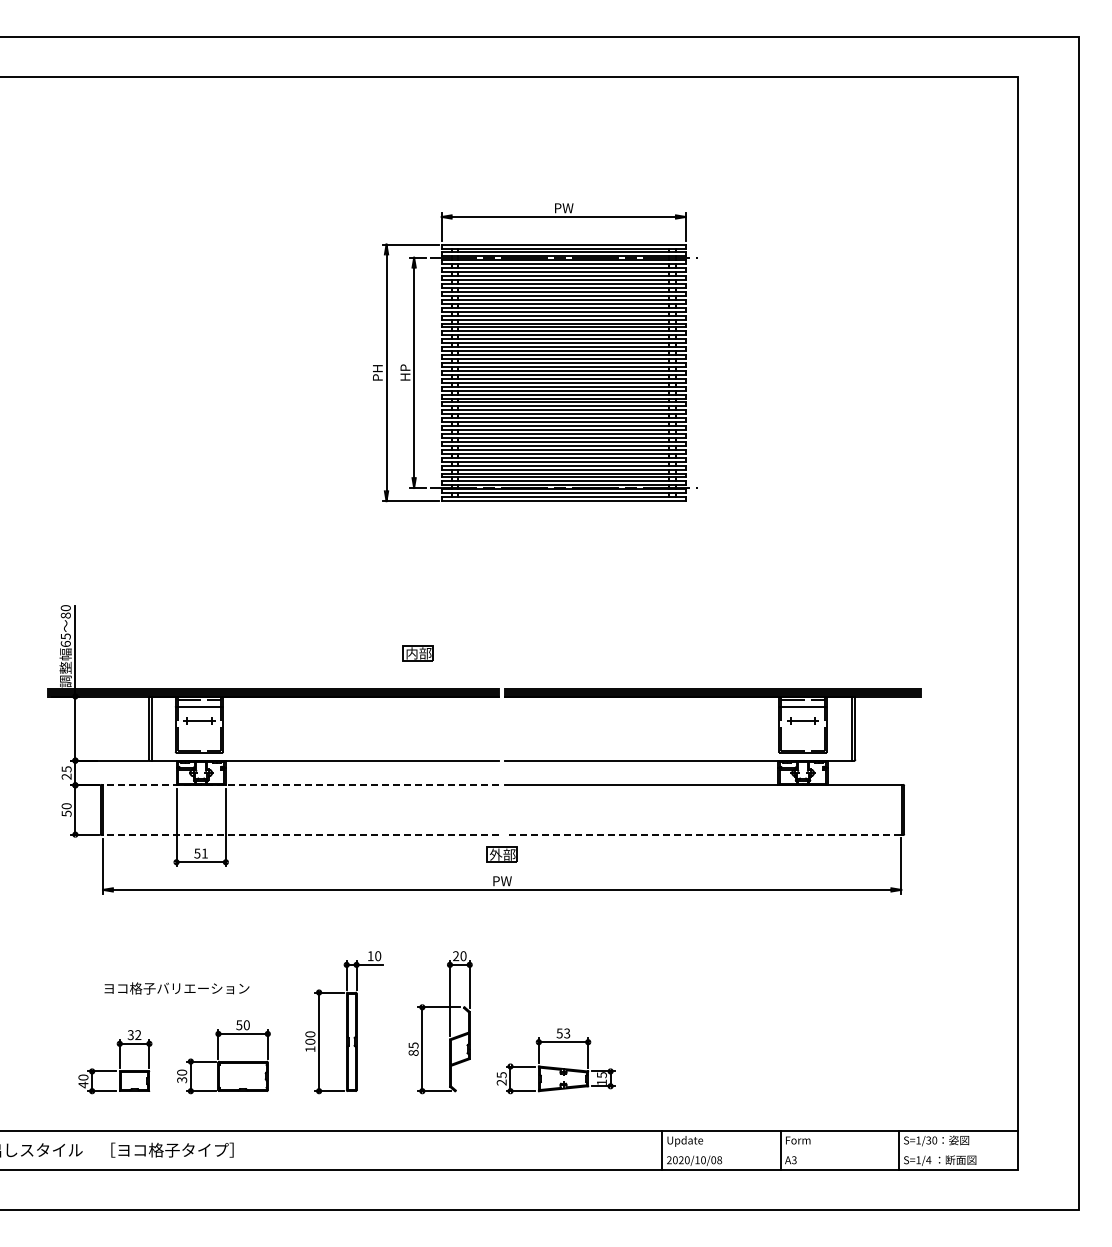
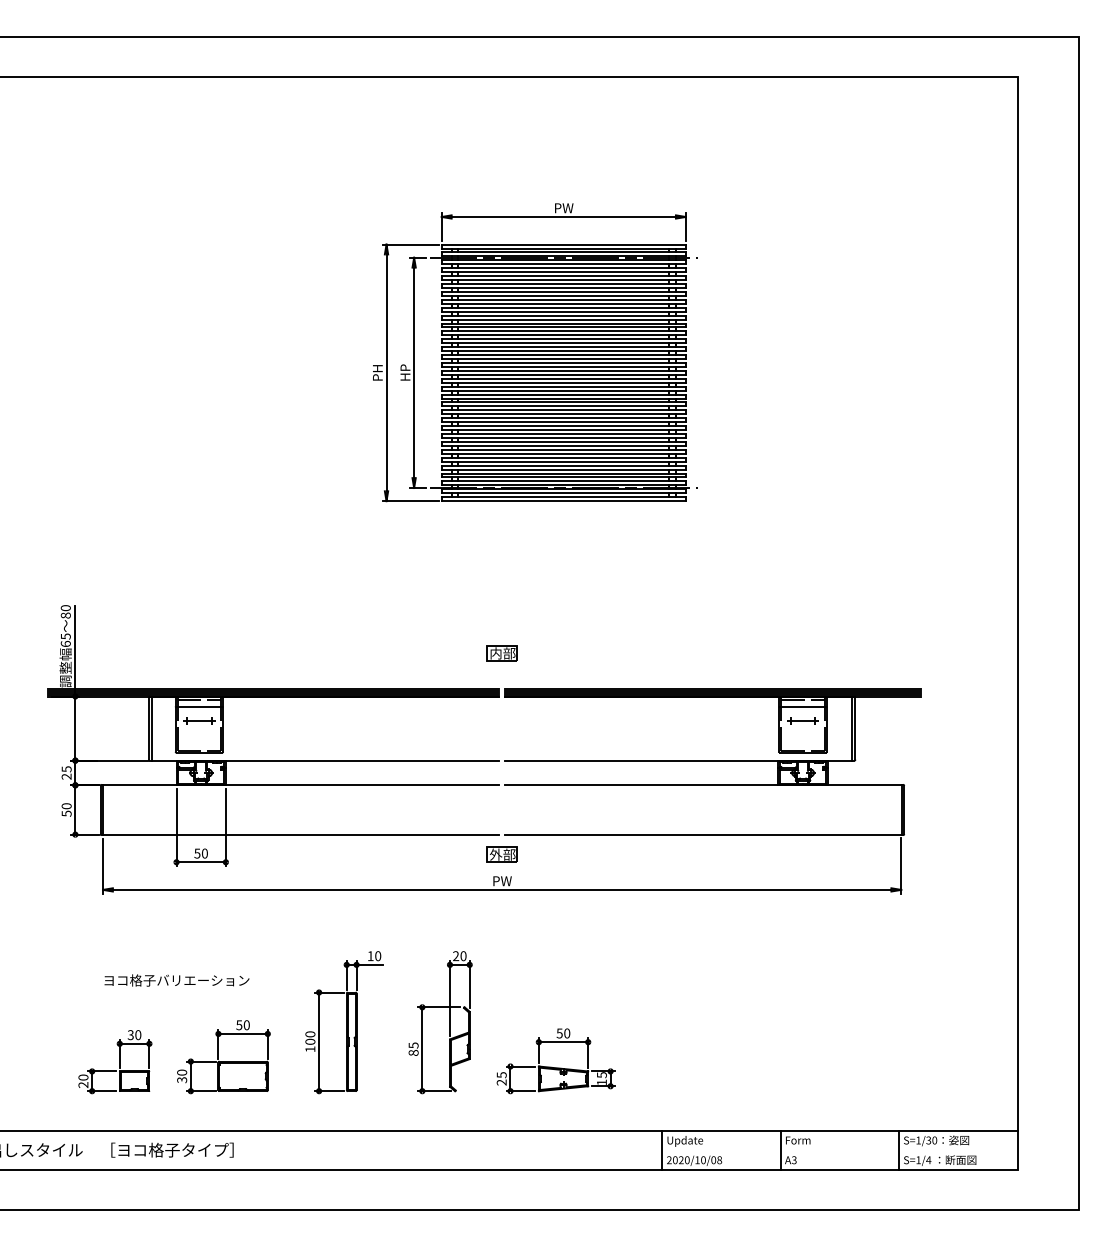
part at (417, 653) position: (417, 653) -> (501, 653)
line at (300, 785): dashed -> solid
line at (300, 834): dashed -> solid
line at (702, 834): dashed -> solid
text at (204, 853): 51 -> 50
text at (176, 988) position: (176, 988) -> (176, 980)
text at (567, 1033): 53 -> 50
text at (138, 1035): 32 -> 30
text at (83, 1084): 40 -> 20
